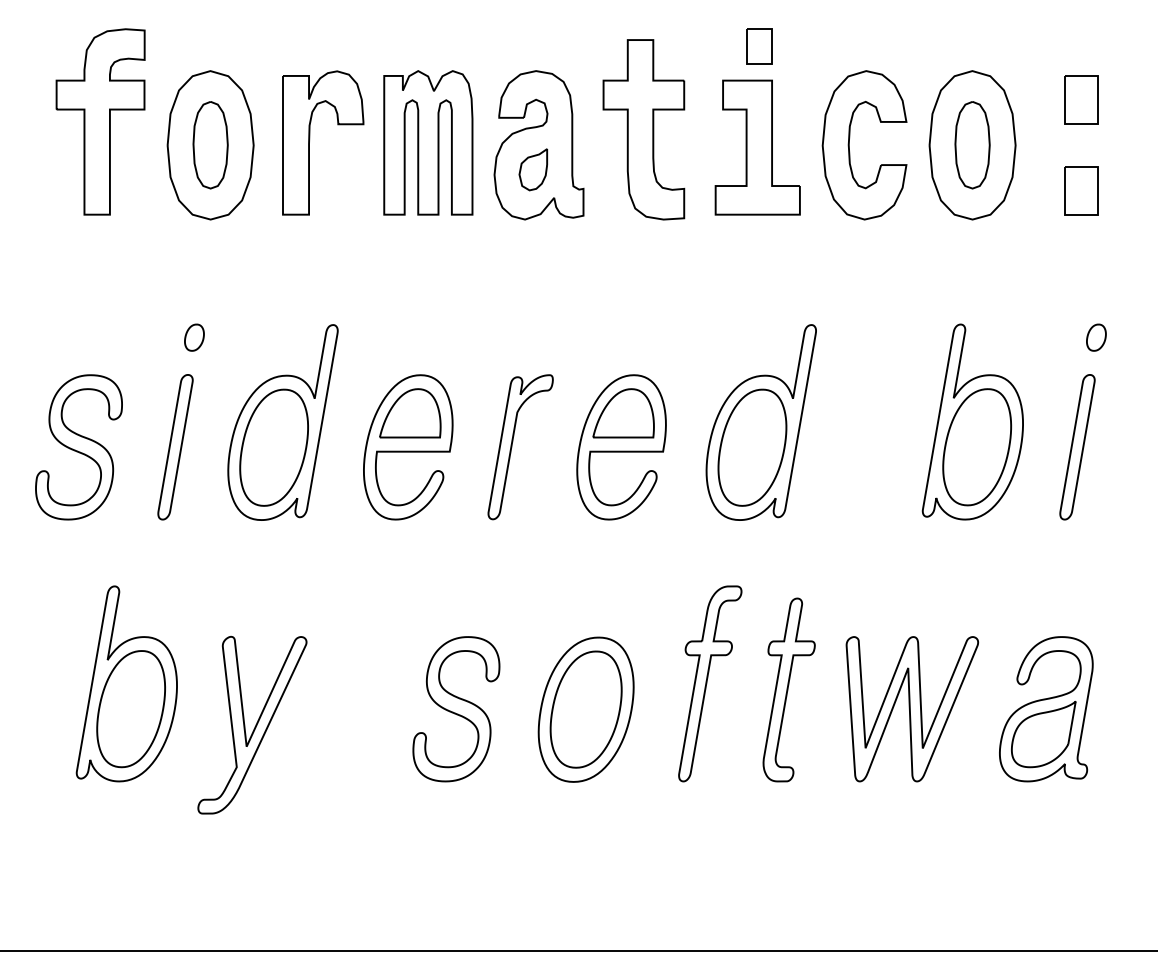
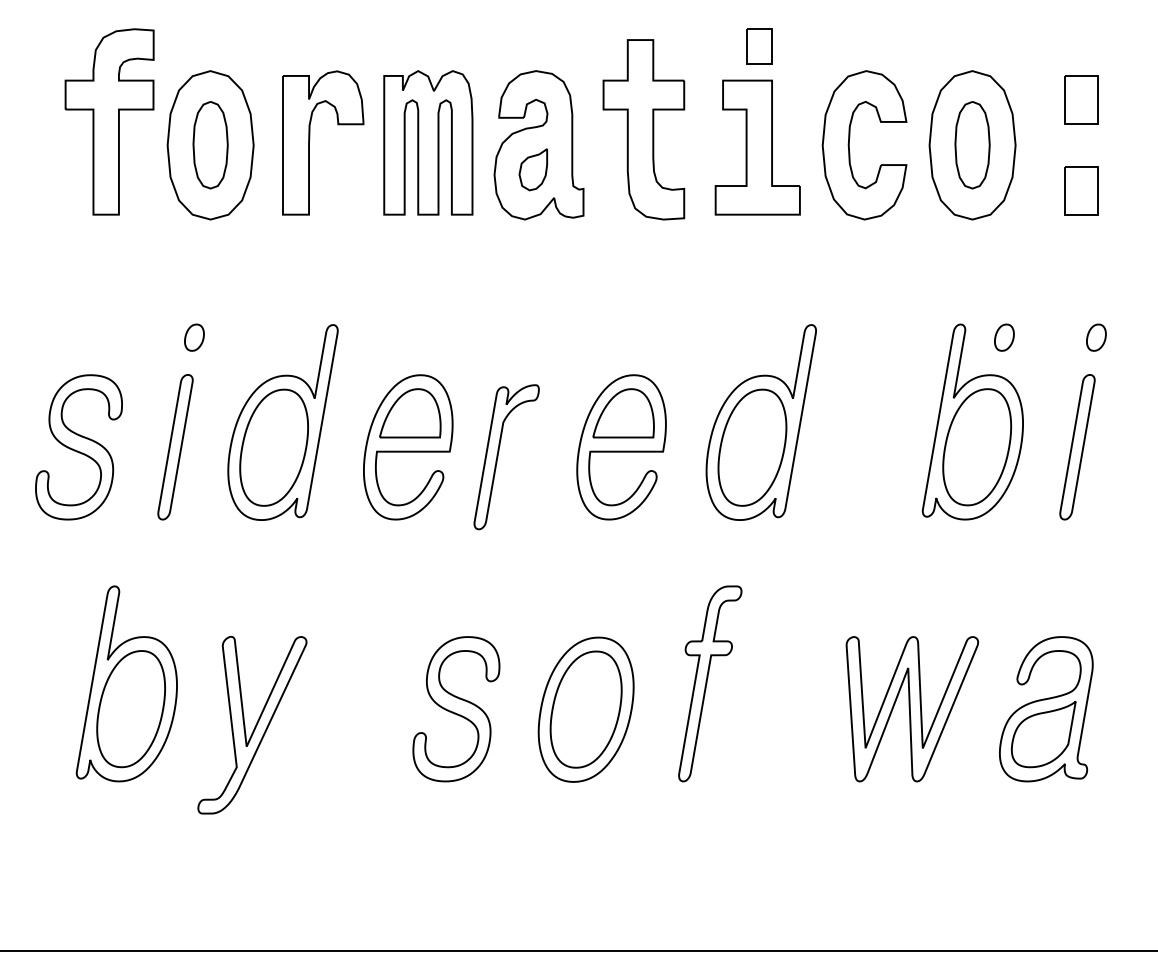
part at (100, 121) position: (100, 121) -> (109, 121)
part at (1004, 337): none -> present
part at (512, 447) position: (512, 447) -> (498, 457)
part at (788, 689): present -> none
